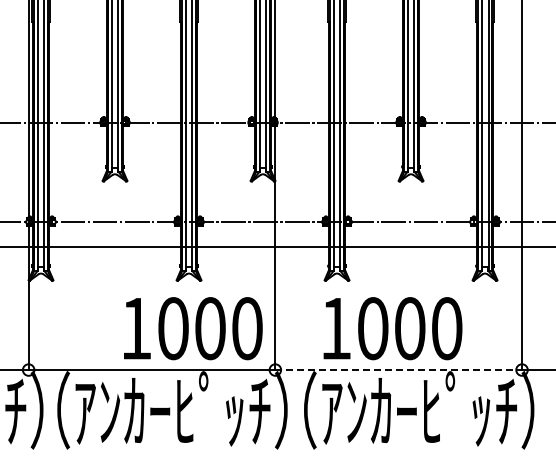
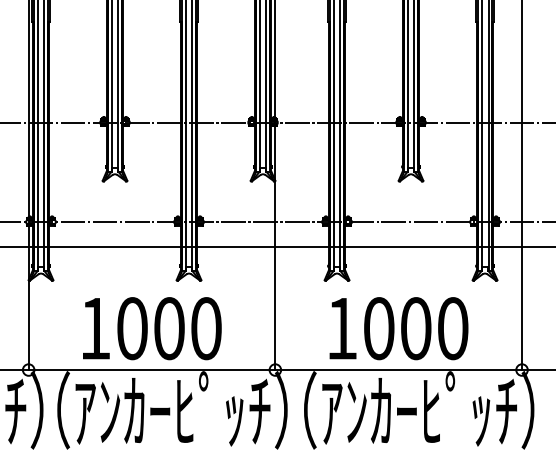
text at (193, 328) position: (193, 328) -> (152, 328)
text at (392, 328) position: (392, 328) -> (398, 328)
line at (399, 370): dashed -> solid
